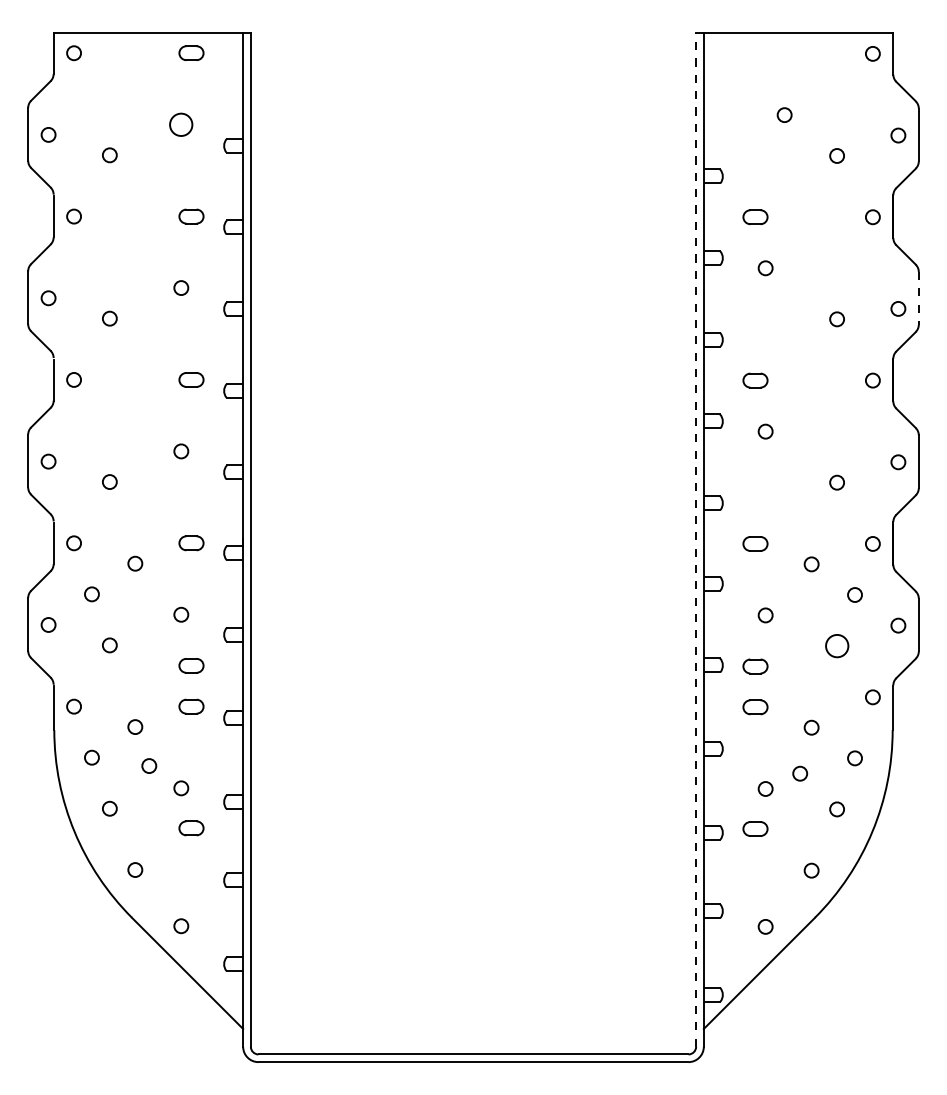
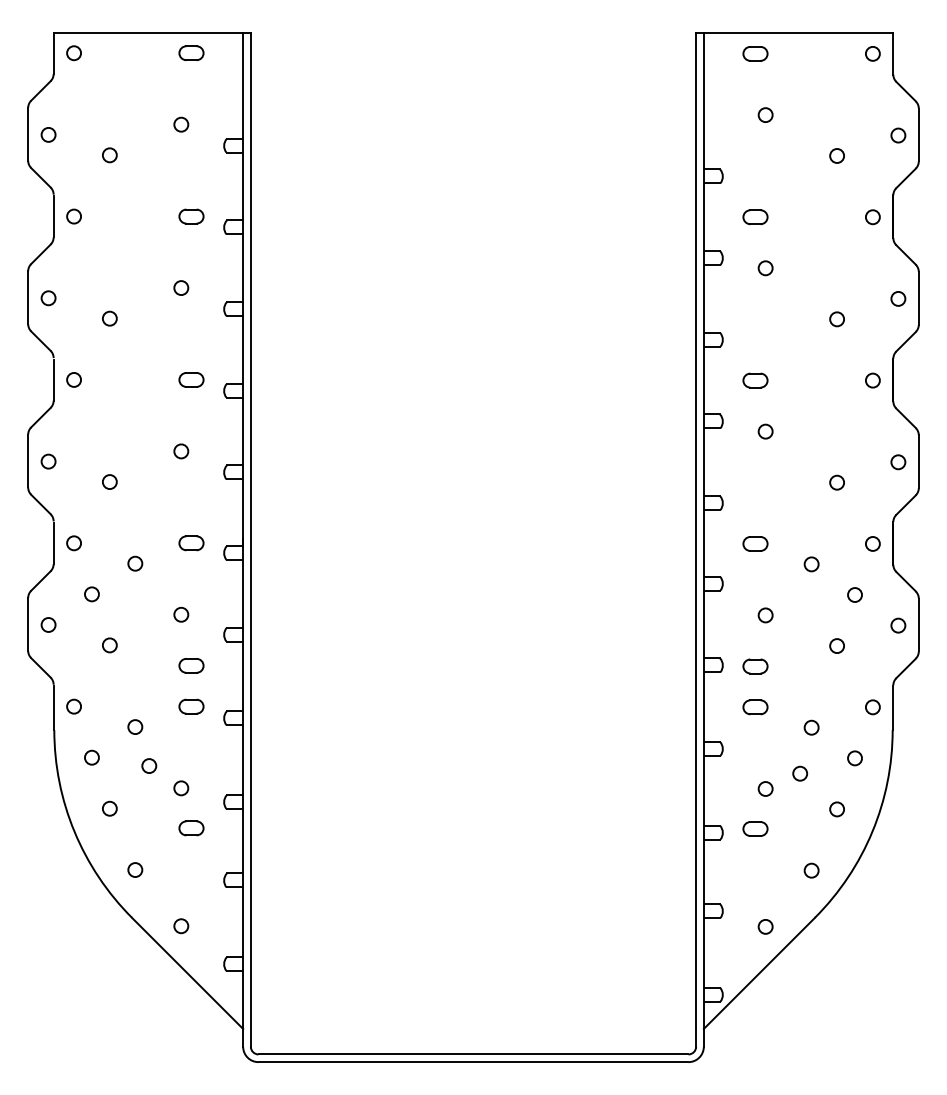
part at (755, 53): none -> present
circle at (784, 114) position: (784, 114) -> (765, 114)
circle at (181, 124) size: 25x25 px -> 17x17 px
line at (918, 298): dashed -> solid
circle at (898, 308) position: (898, 308) -> (898, 298)
line at (696, 540): dashed -> solid
circle at (837, 646) size: 25x25 px -> 16x16 px
circle at (872, 697) position: (872, 697) -> (872, 707)
